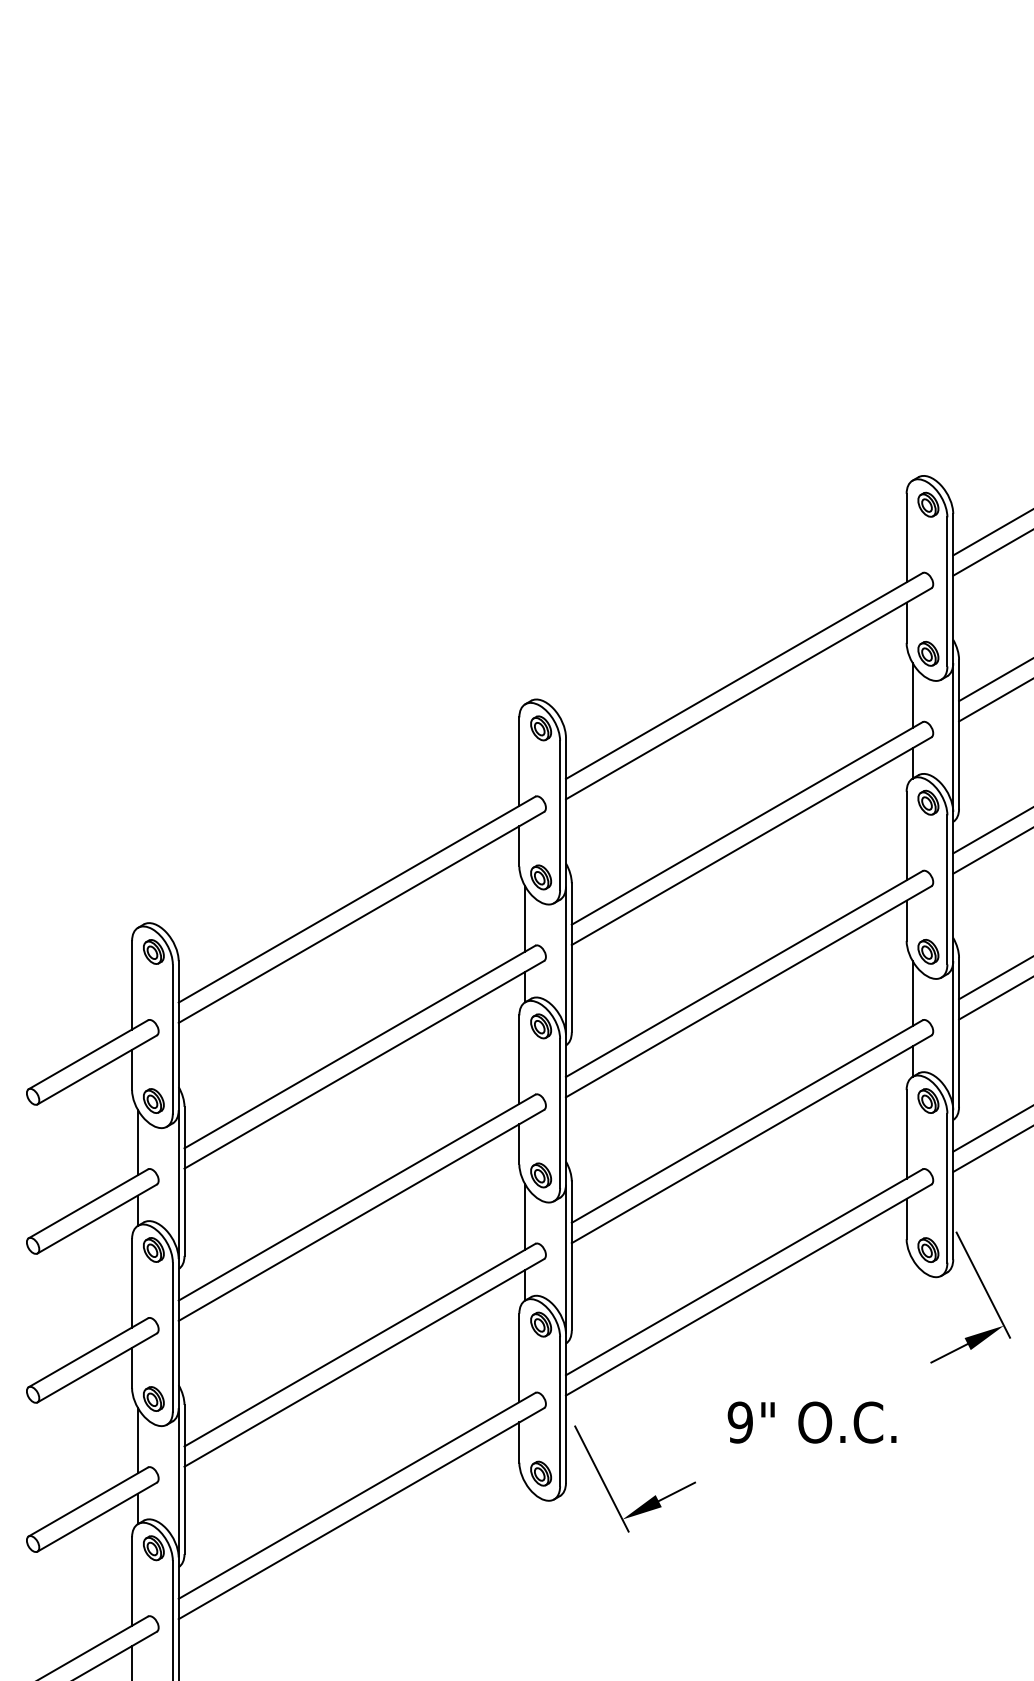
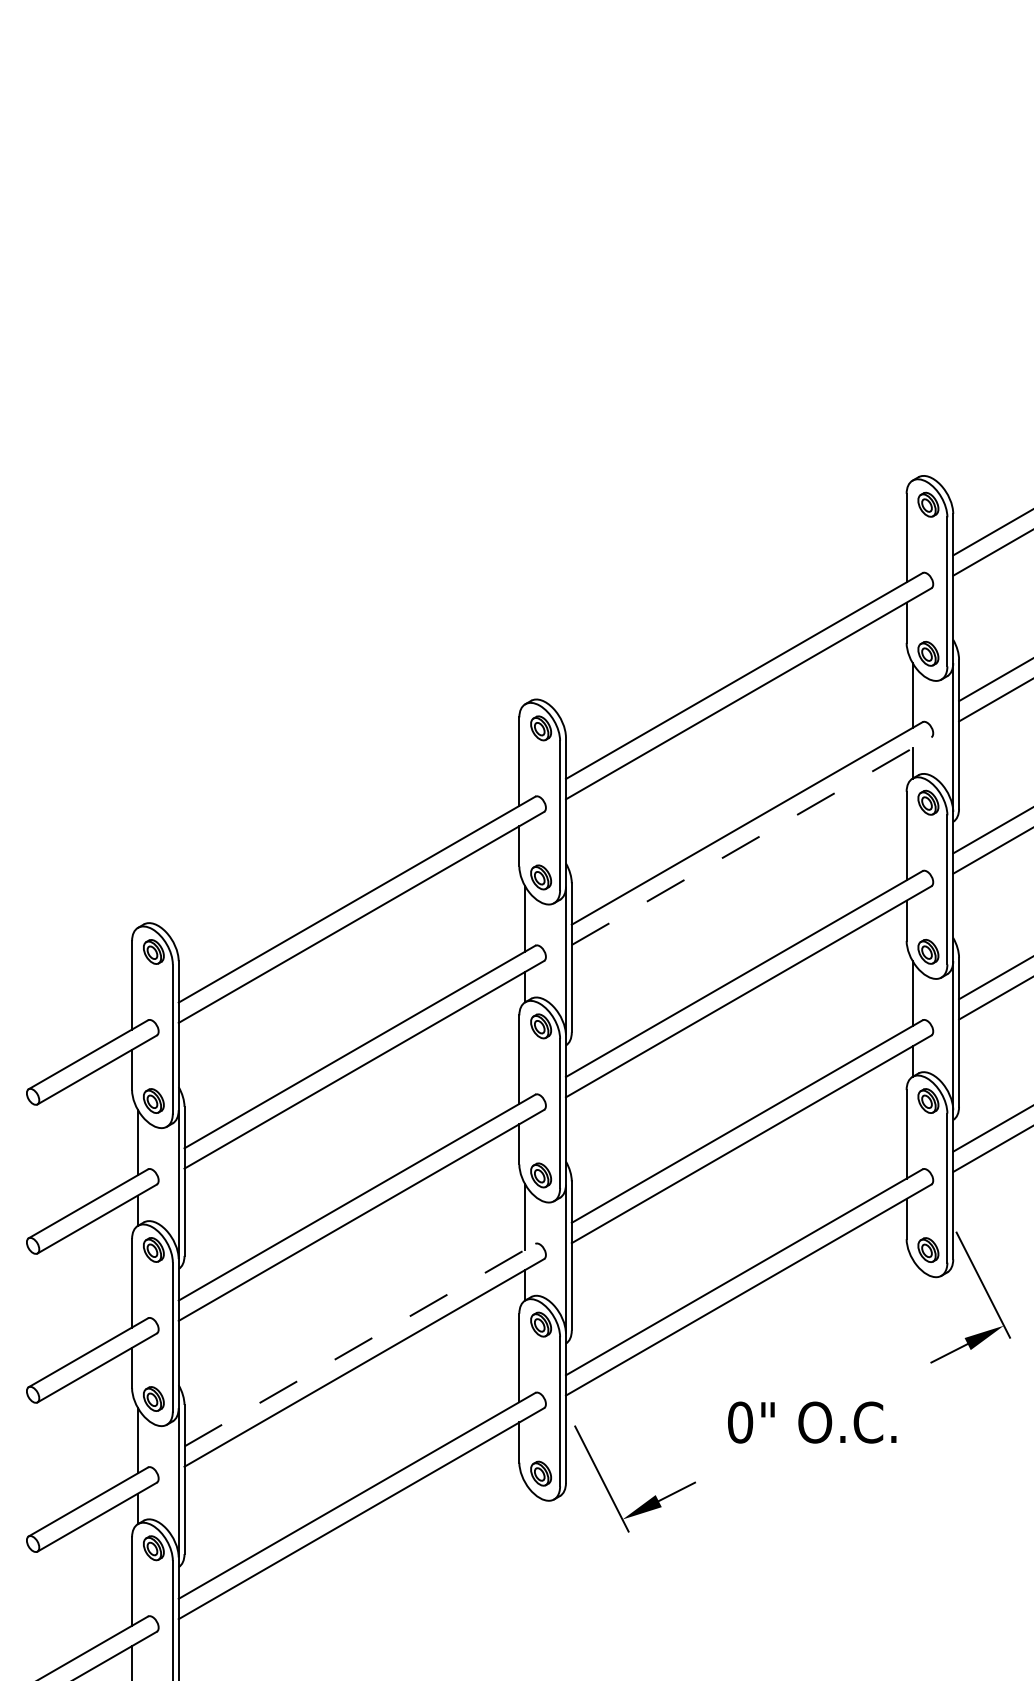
line at (751, 841): solid -> dashed
line at (359, 1345): solid -> dashed
text at (740, 1422): 9" -> 0"
